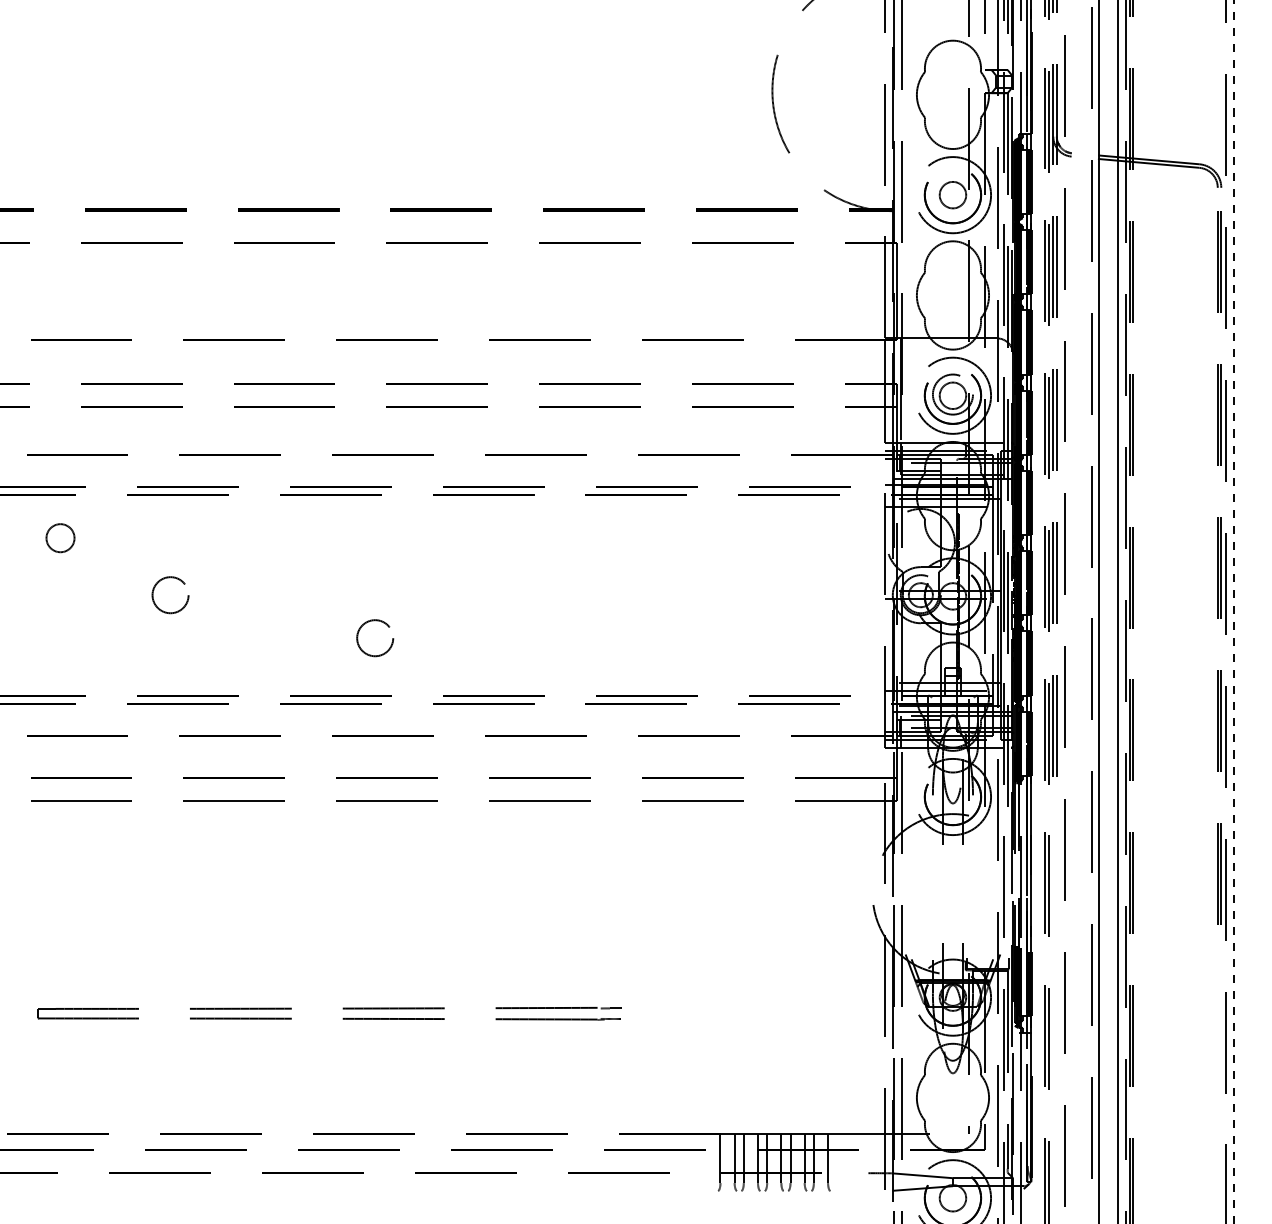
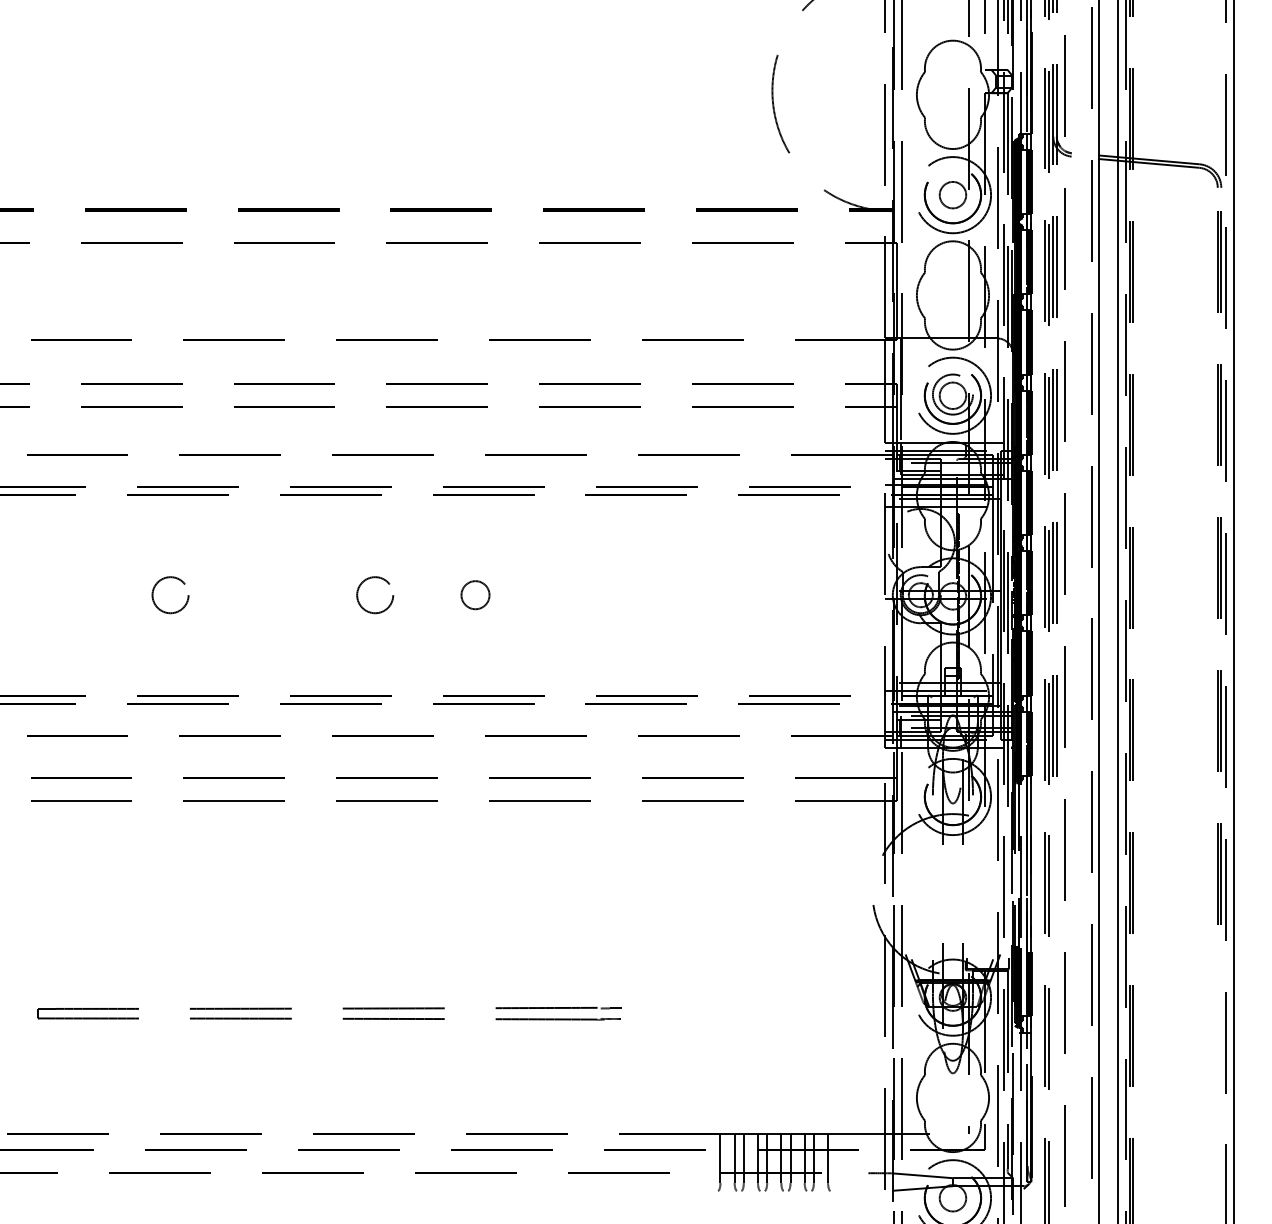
circle at (60, 538) position: (60, 538) -> (475, 595)
line at (1233, 612): dashed -> solid
circle at (375, 638) position: (375, 638) -> (375, 595)
